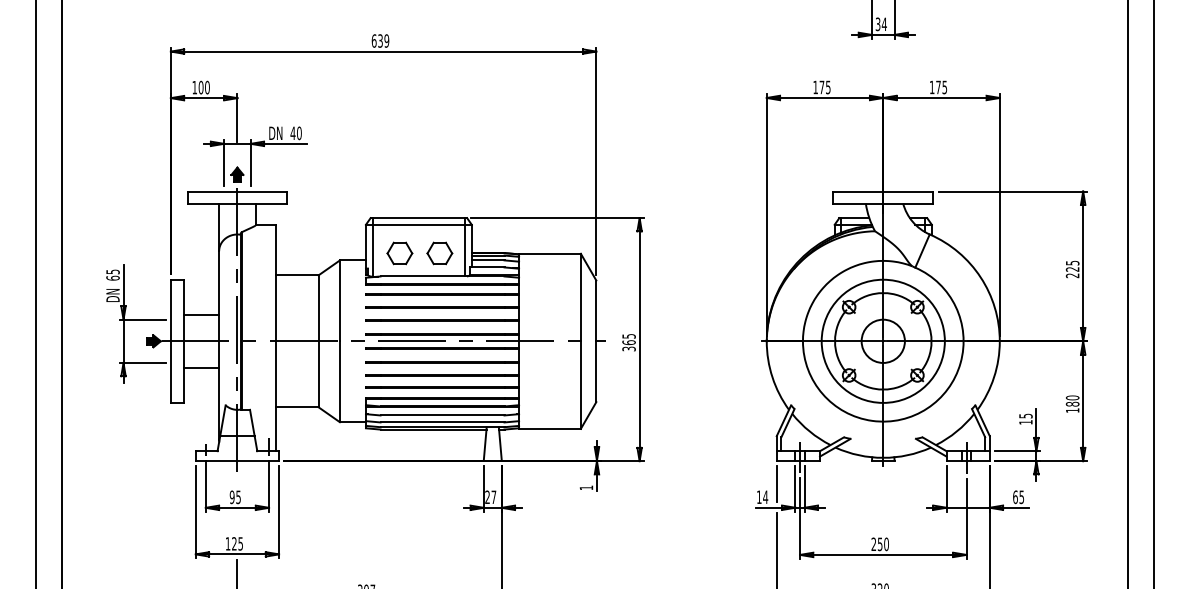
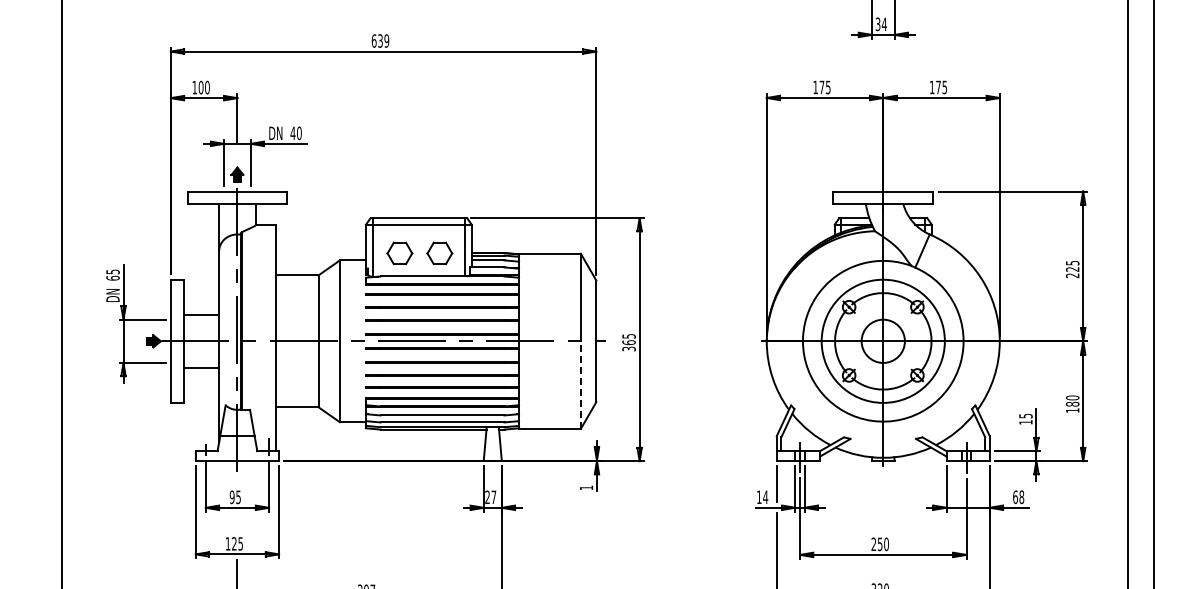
line at (35, 293): present -> none
line at (580, 385): solid -> dashed
text at (1021, 496): 65 -> 68
